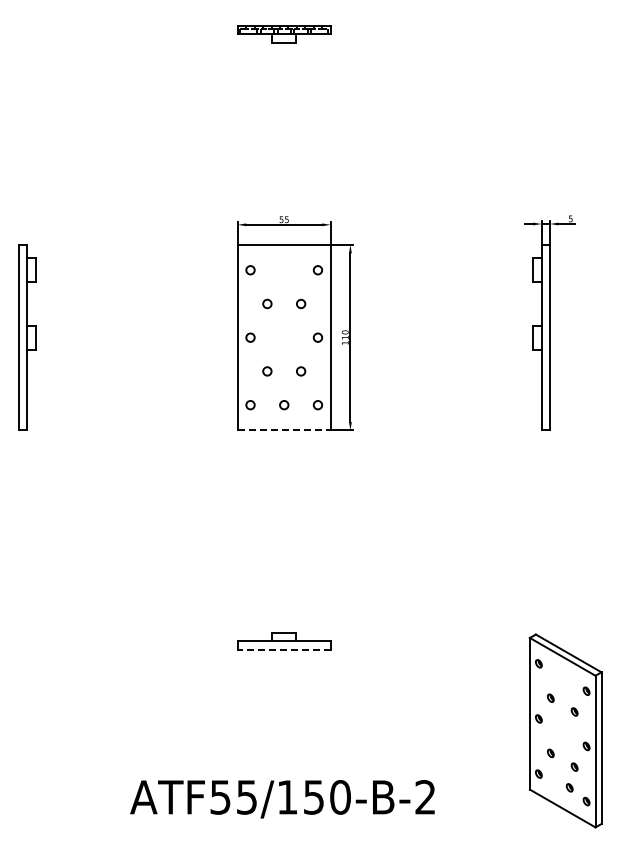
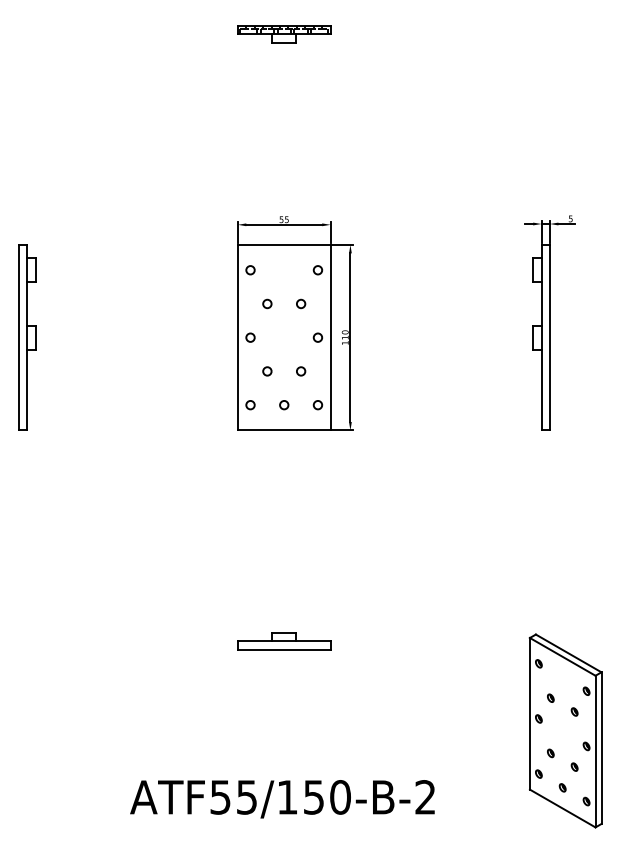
line at (284, 430): dashed -> solid
line at (283, 649): dashed -> solid
part at (569, 787) position: (569, 787) -> (562, 787)
